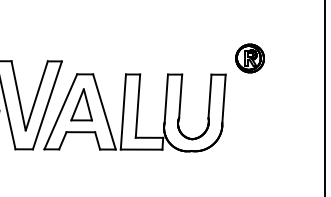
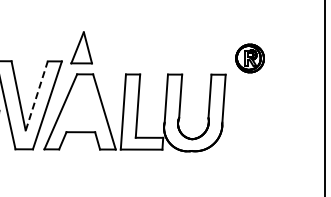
line at (36, 95): solid -> dashed
part at (81, 104) position: (81, 104) -> (81, 47)
